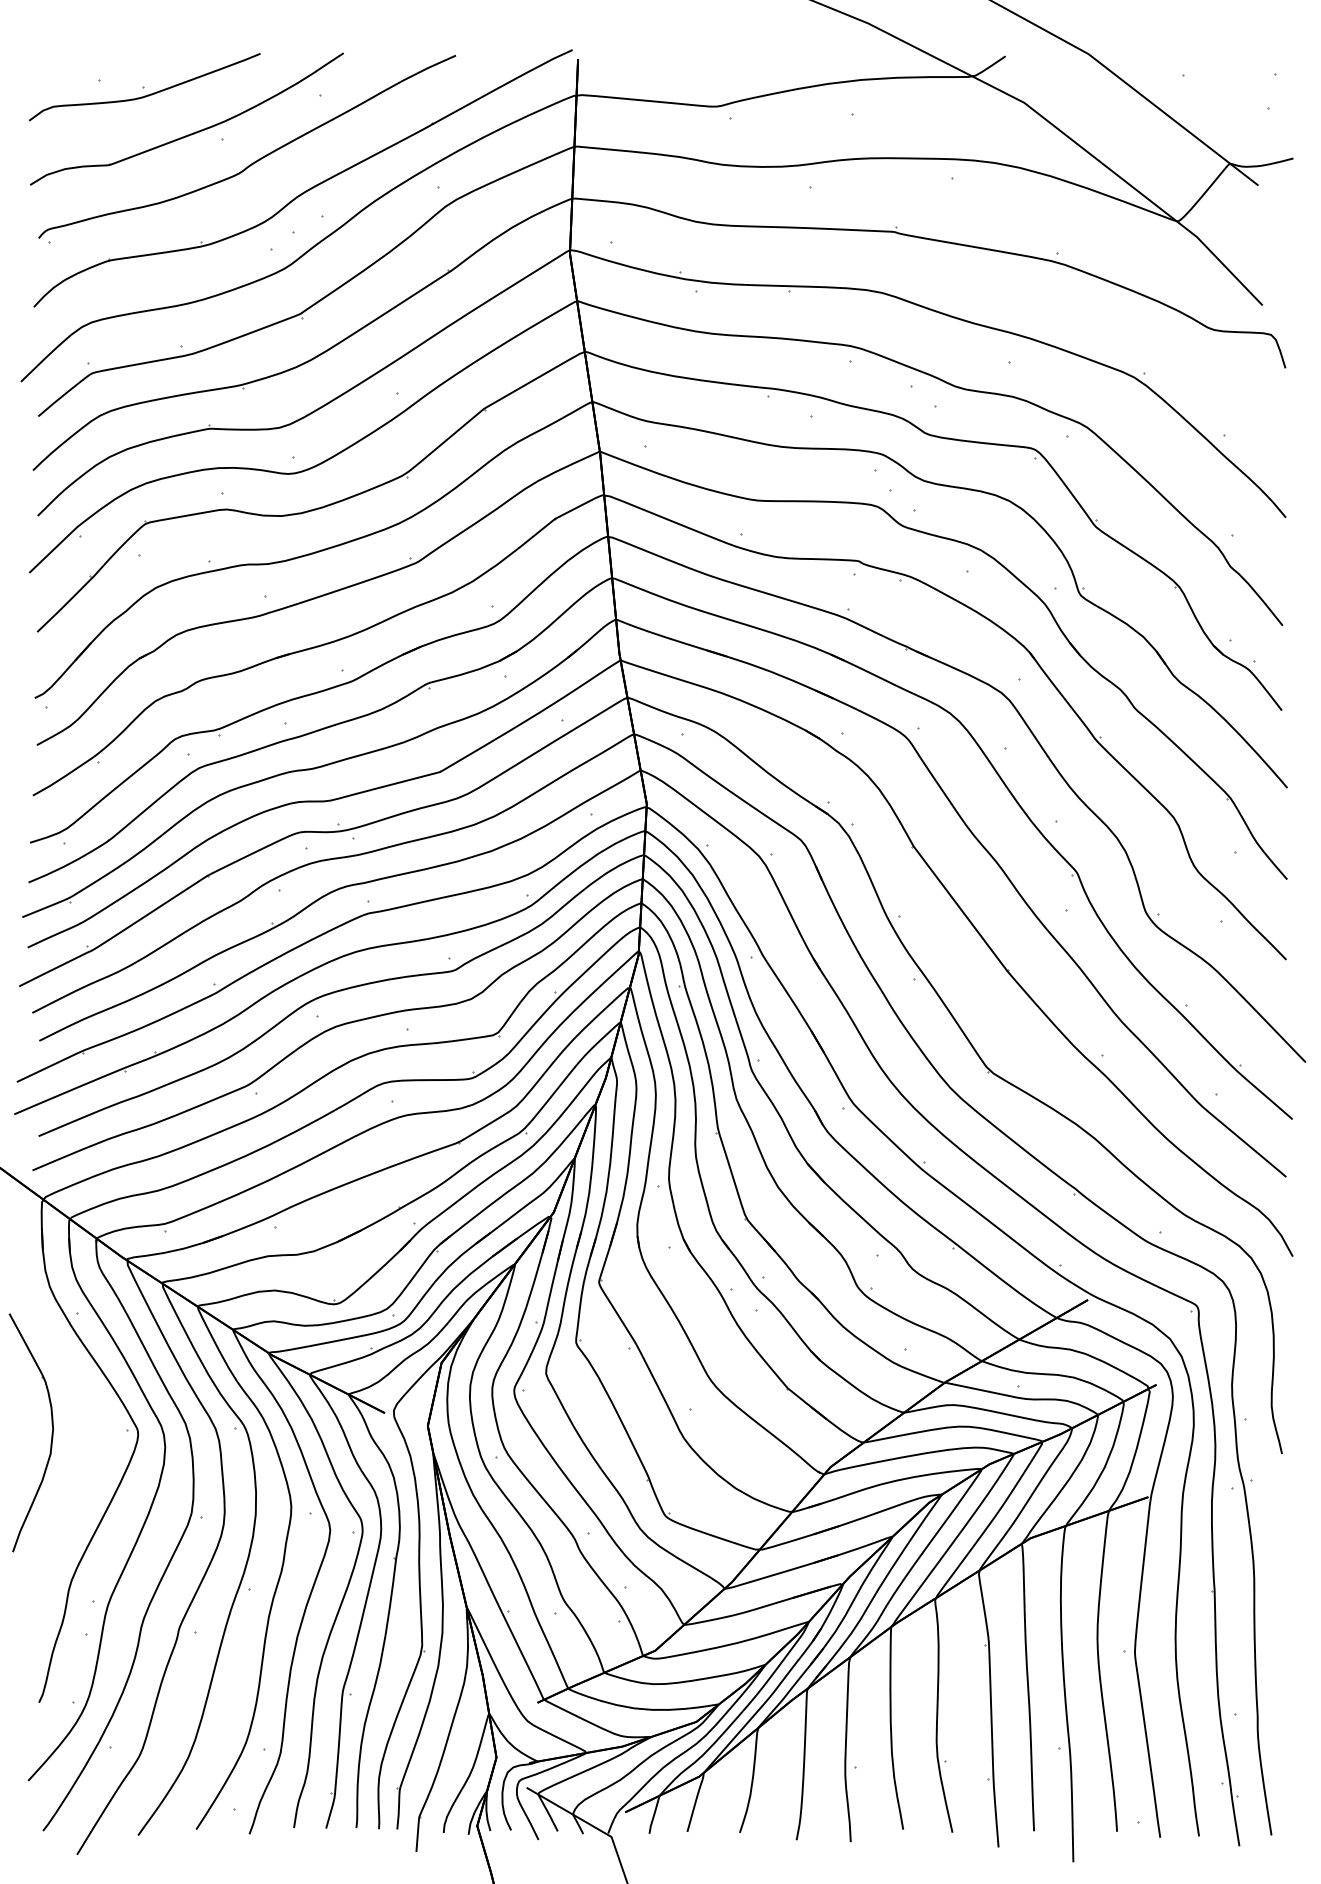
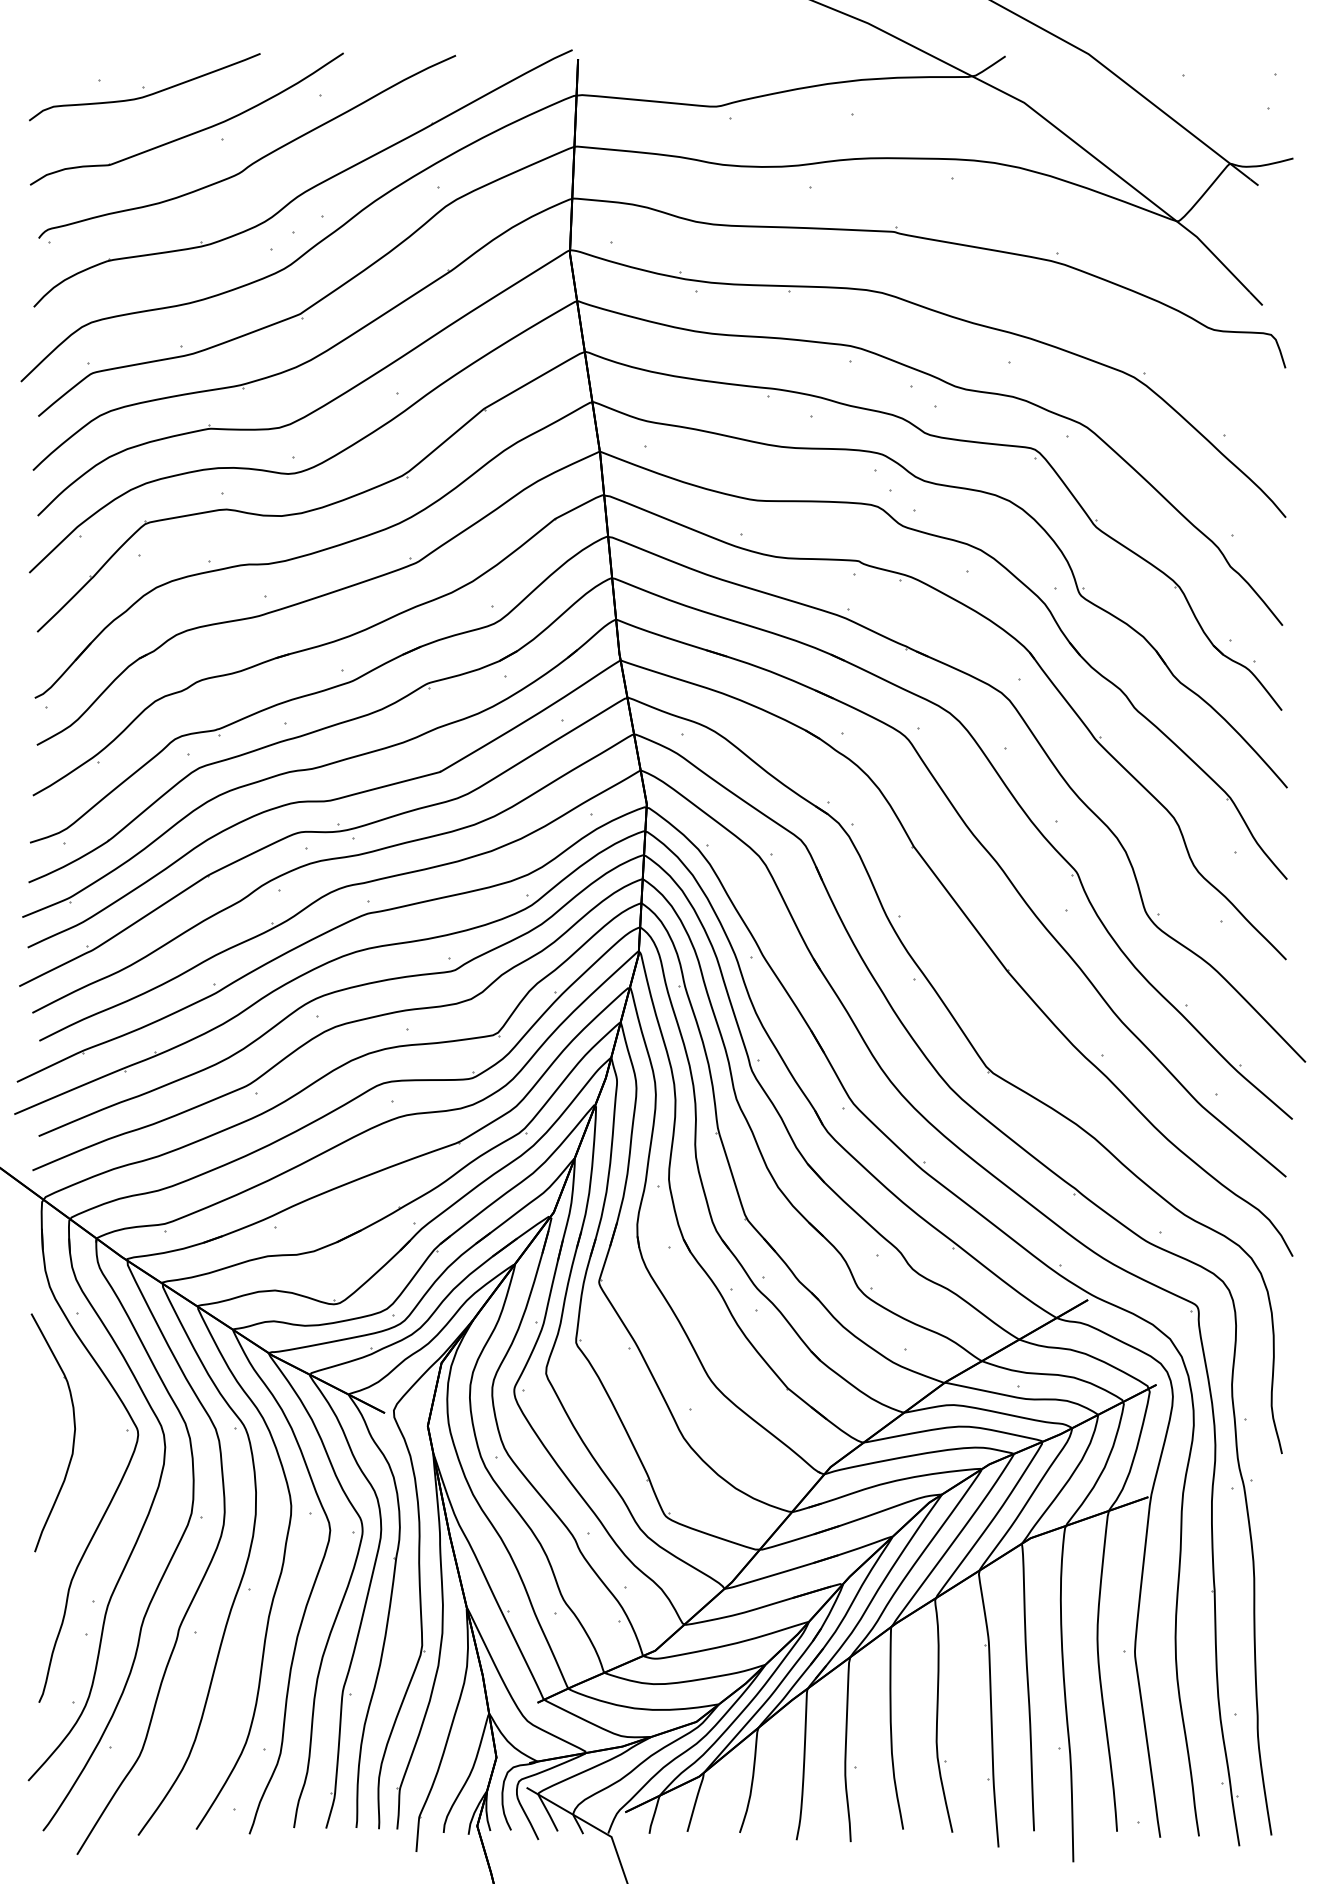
part at (51, 1432) position: (51, 1432) -> (73, 1432)
